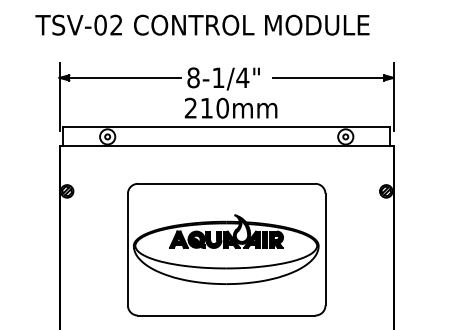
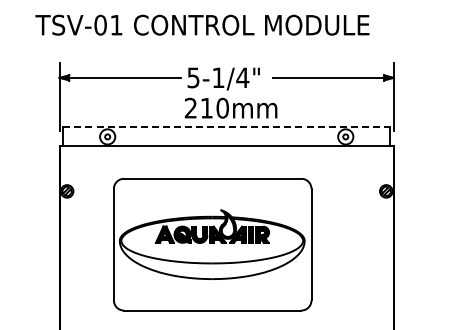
text at (116, 24): TSV-02 -> TSV-01
text at (193, 77): 8-1/4" -> 5-1/4"
line at (227, 126): solid -> dashed
part at (226, 249) position: (226, 249) -> (212, 244)
